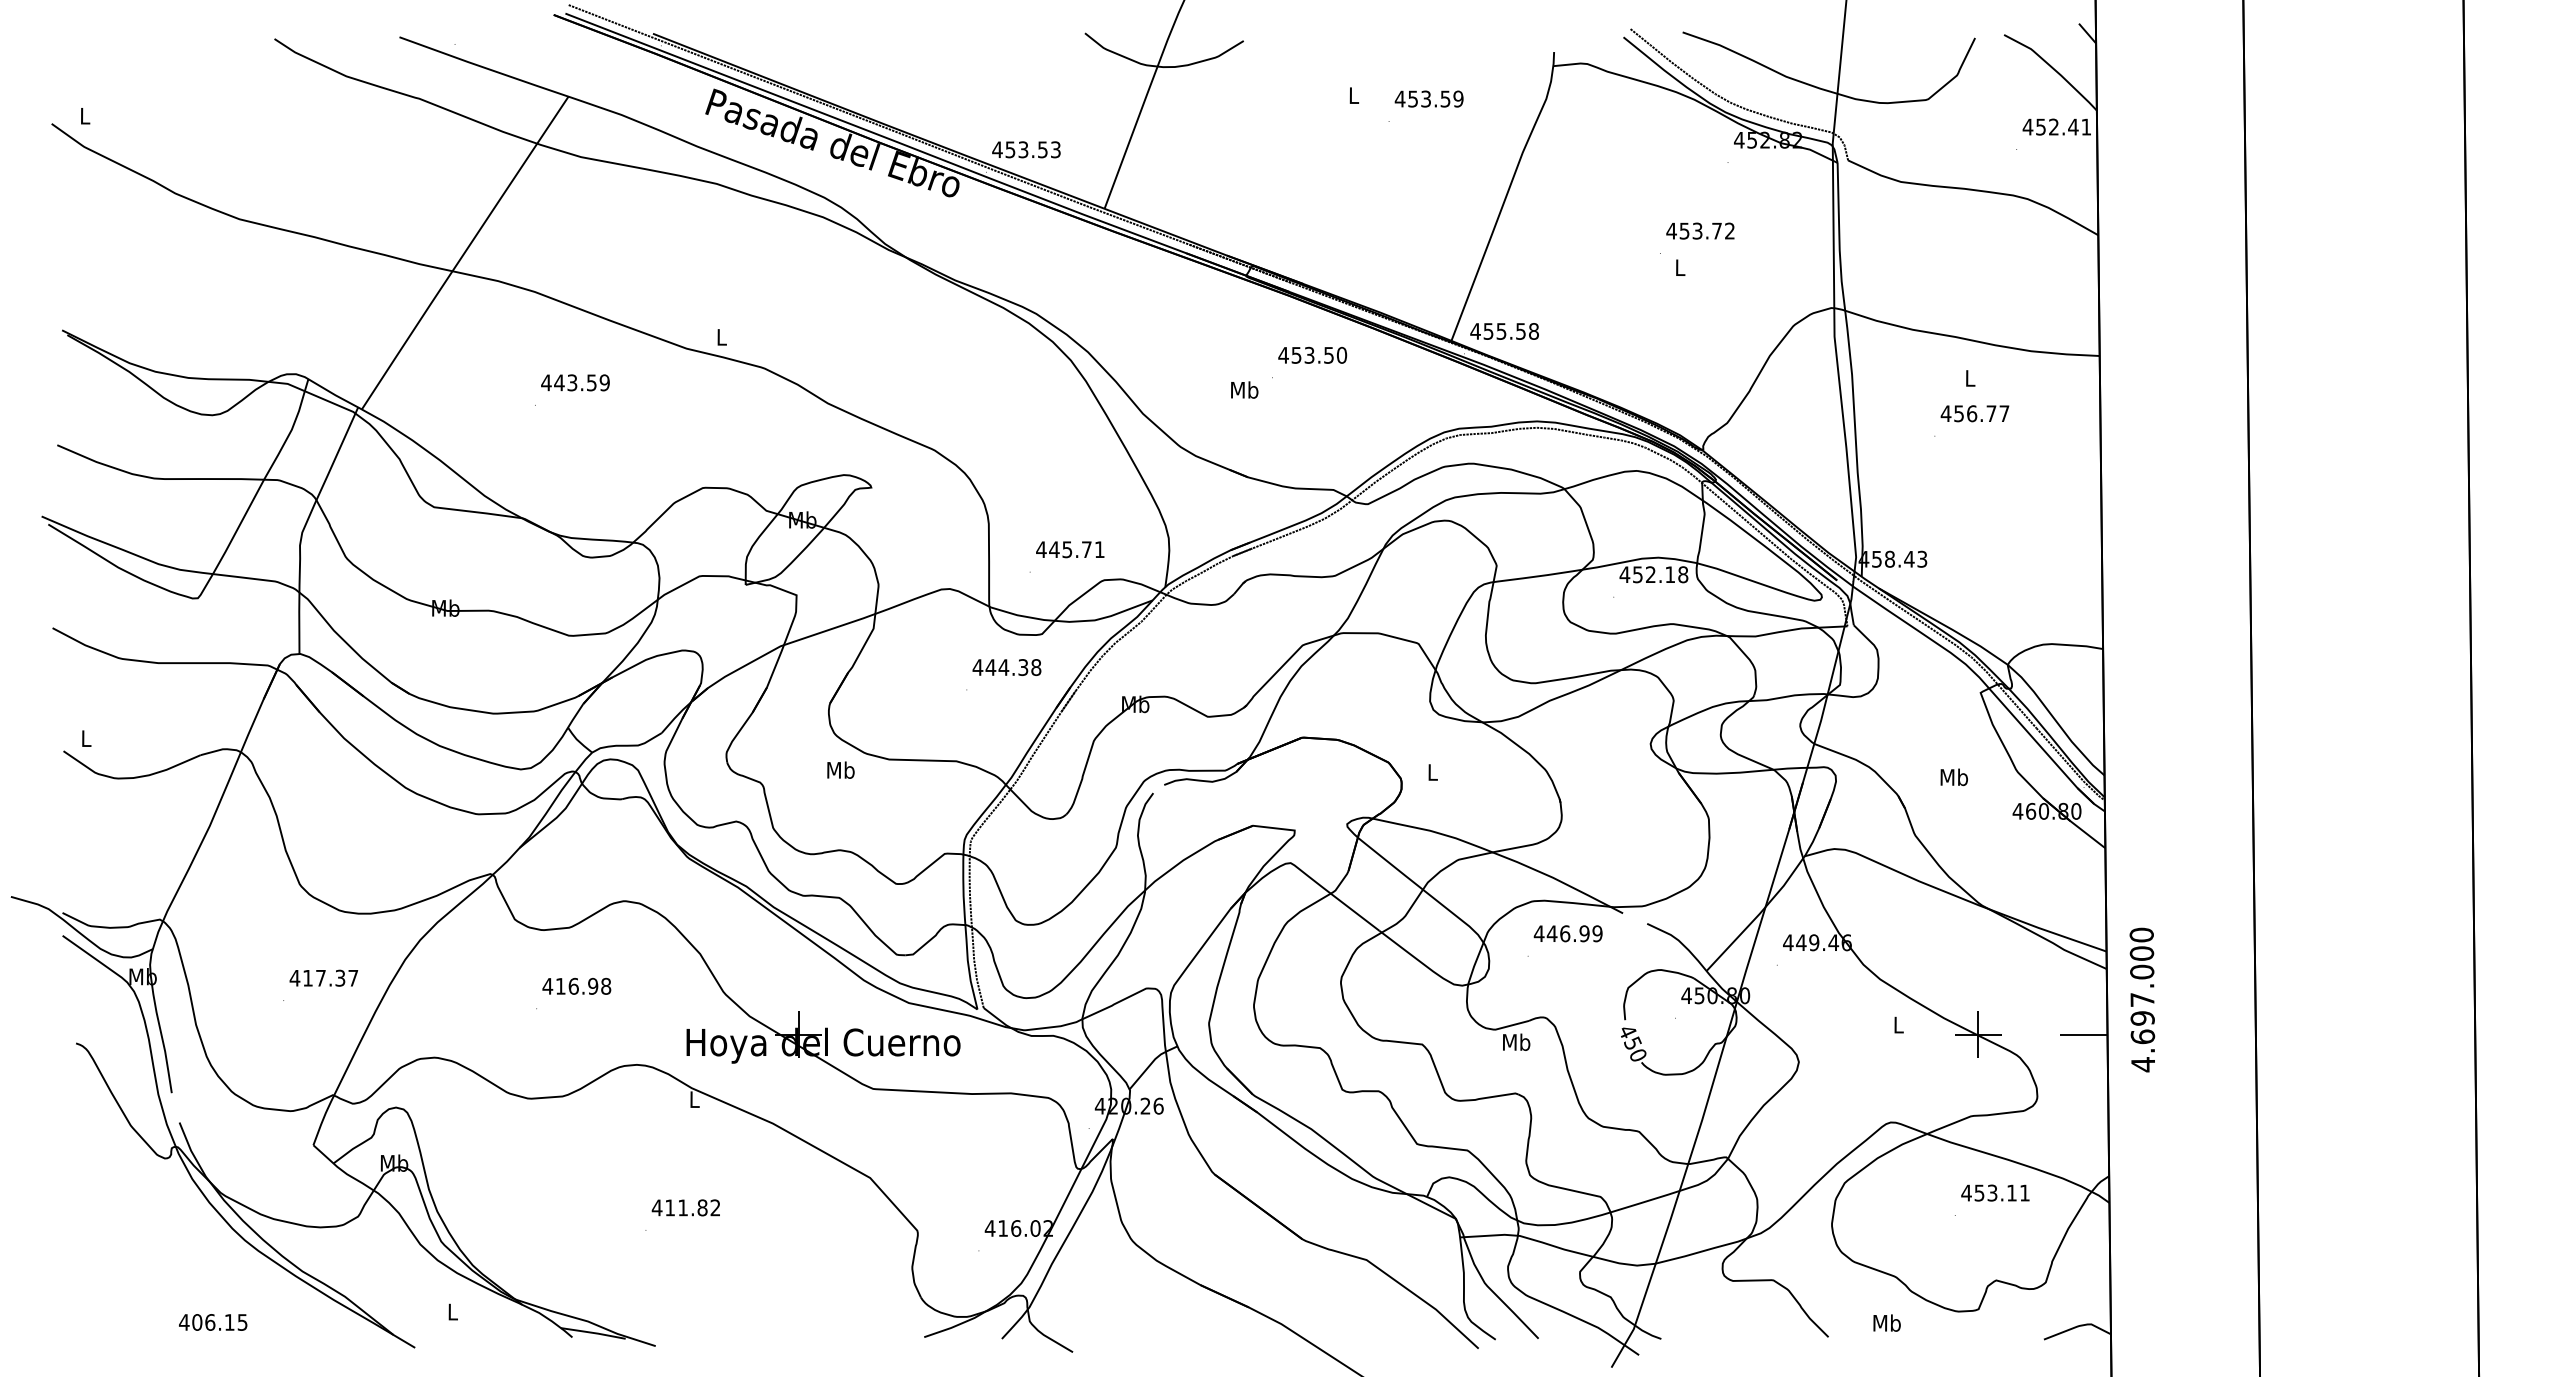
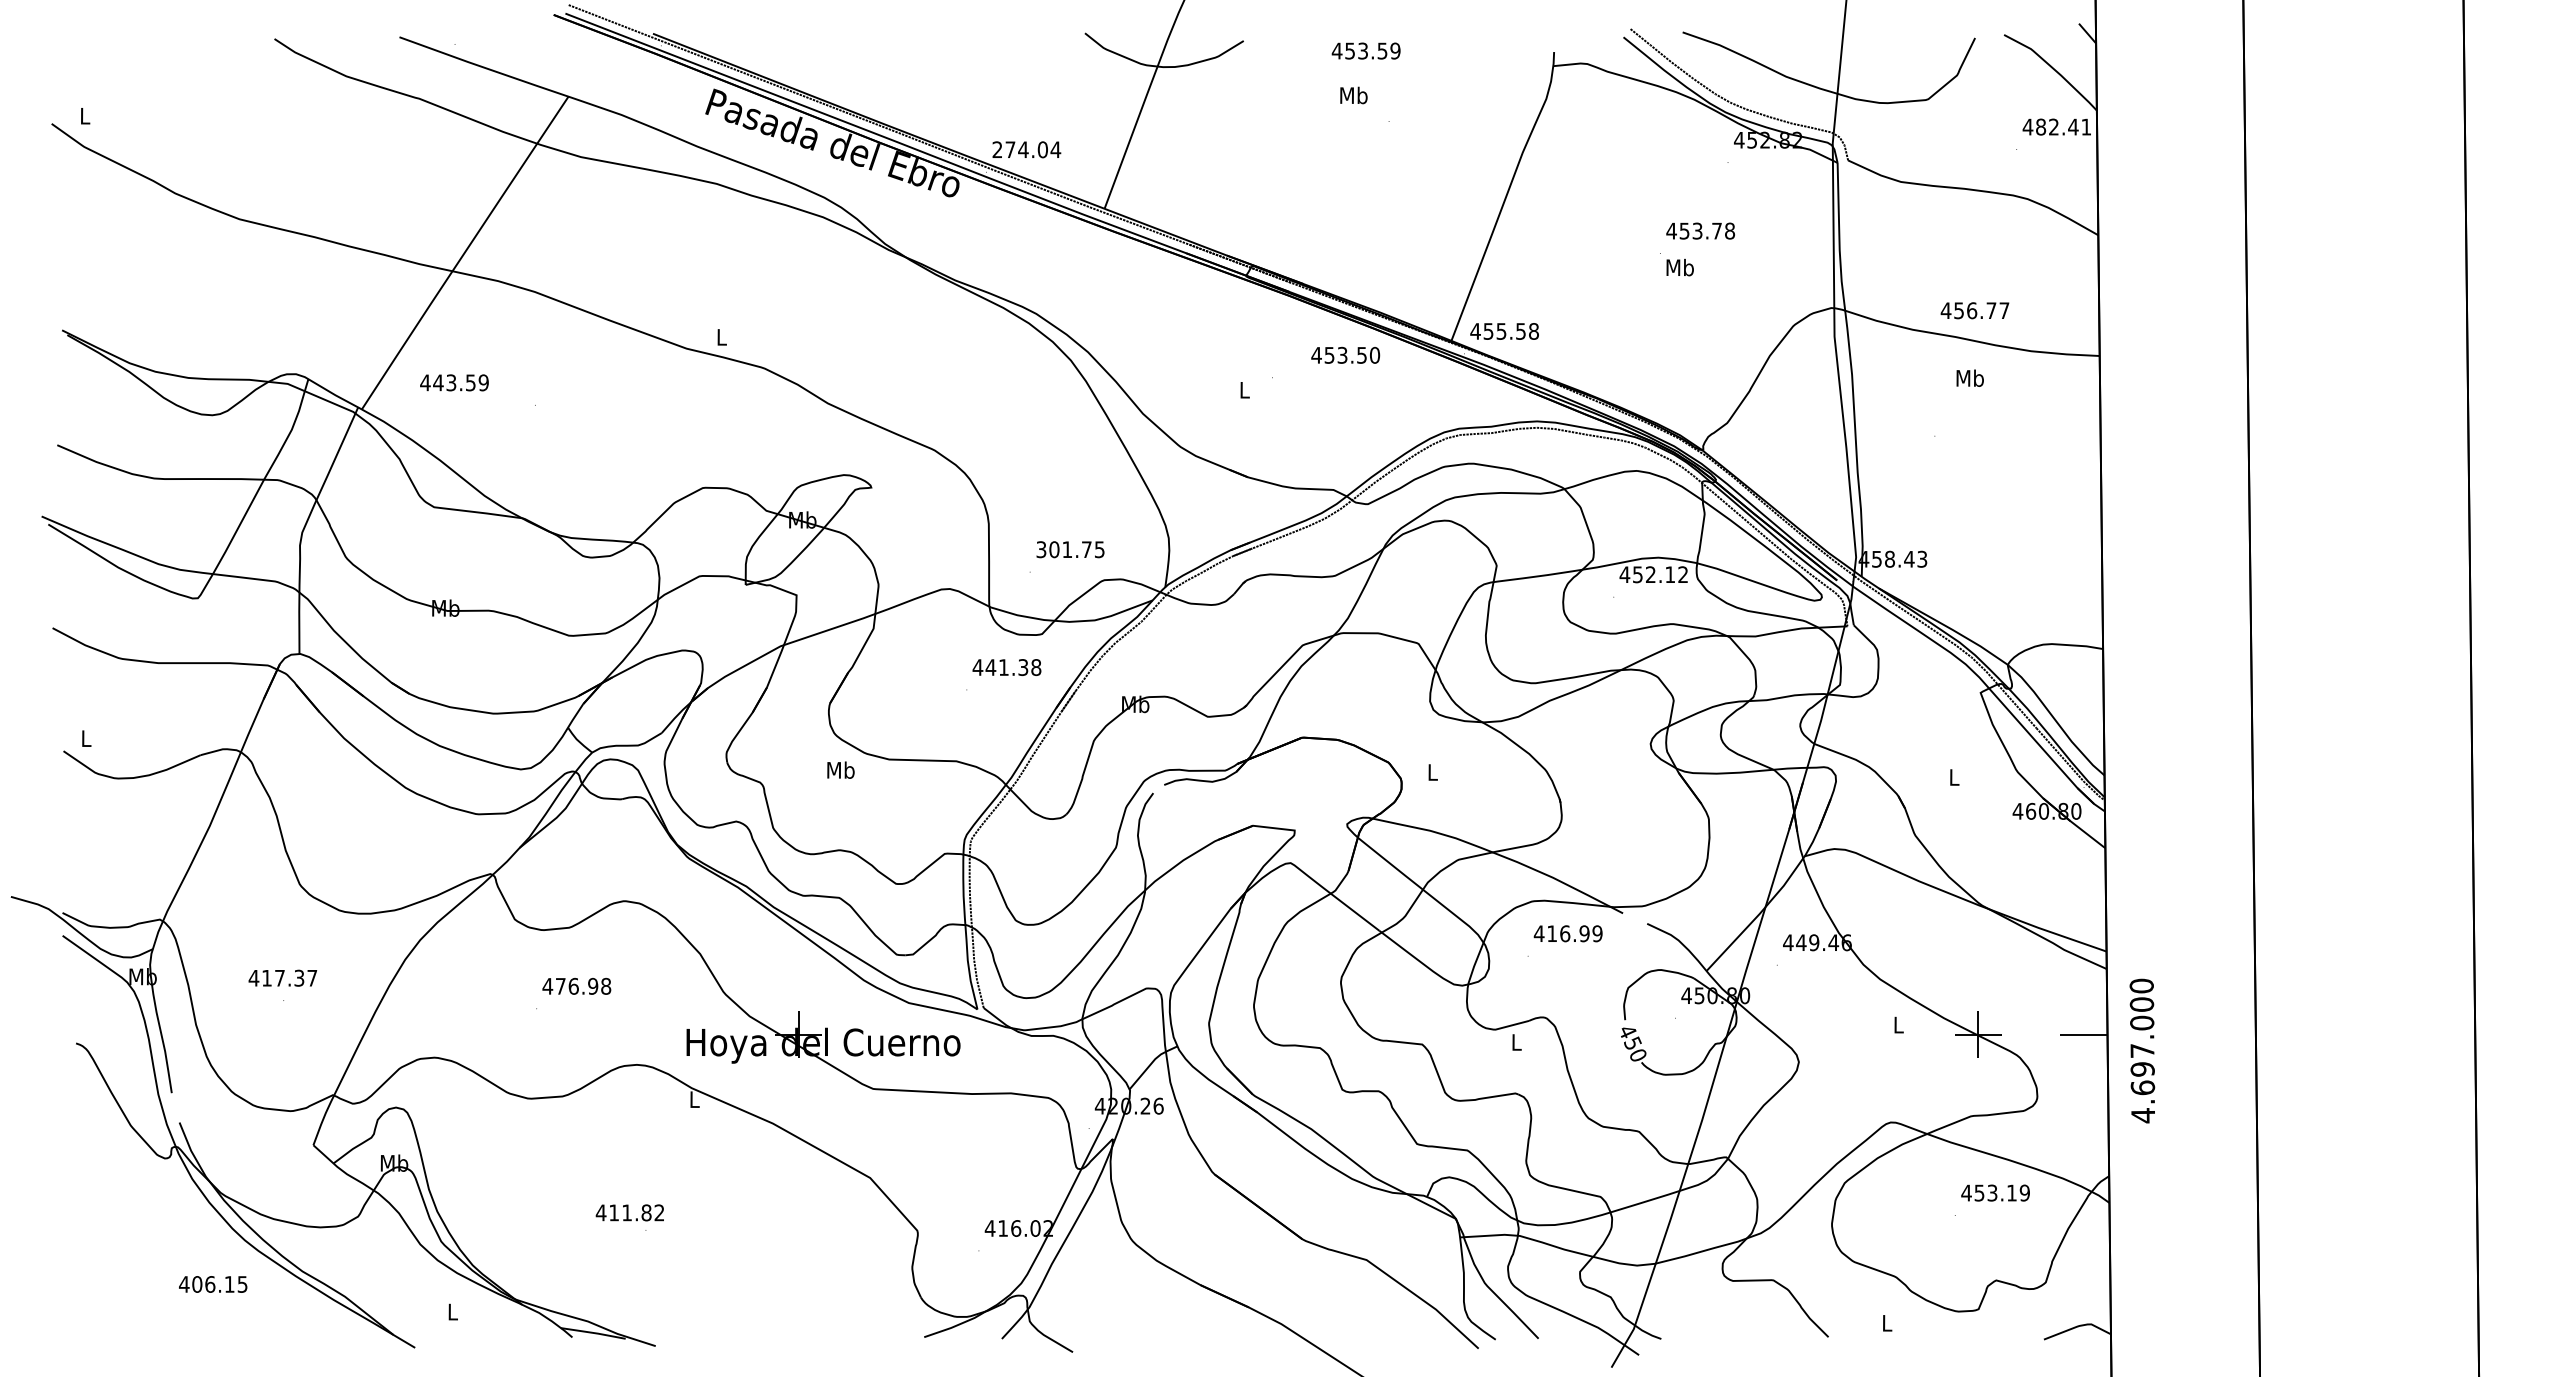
text at (1353, 95): L -> Mb
text at (1428, 98) position: (1428, 98) -> (1365, 50)
text at (2041, 126): 452.41 -> 482.41
text at (1026, 149): 453.53 -> 274.04
text at (1730, 230): 453.72 -> 453.78
text at (1679, 267): L -> Mb
text at (1312, 354) position: (1312, 354) -> (1345, 354)
text at (1969, 377): L -> Mb
text at (575, 382) position: (575, 382) -> (454, 382)
text at (1244, 389): Mb -> L
text at (1974, 413) position: (1974, 413) -> (1974, 310)
text at (1070, 549): 445.71 -> 301.75
text at (1683, 574): 452.18 -> 452.12
text at (1003, 667): 444.38 -> 441.38
text at (1953, 777): Mb -> L
text at (1551, 933): 446.99 -> 416.99
text at (323, 977) position: (323, 977) -> (282, 977)
text at (560, 986): 416.98 -> 476.98
text at (2142, 999) position: (2142, 999) -> (2142, 1050)
text at (1516, 1041): Mb -> L
text at (2024, 1192): 453.11 -> 453.19
text at (685, 1207) position: (685, 1207) -> (629, 1212)
text at (213, 1322) position: (213, 1322) -> (213, 1284)
text at (1886, 1322): Mb -> L
